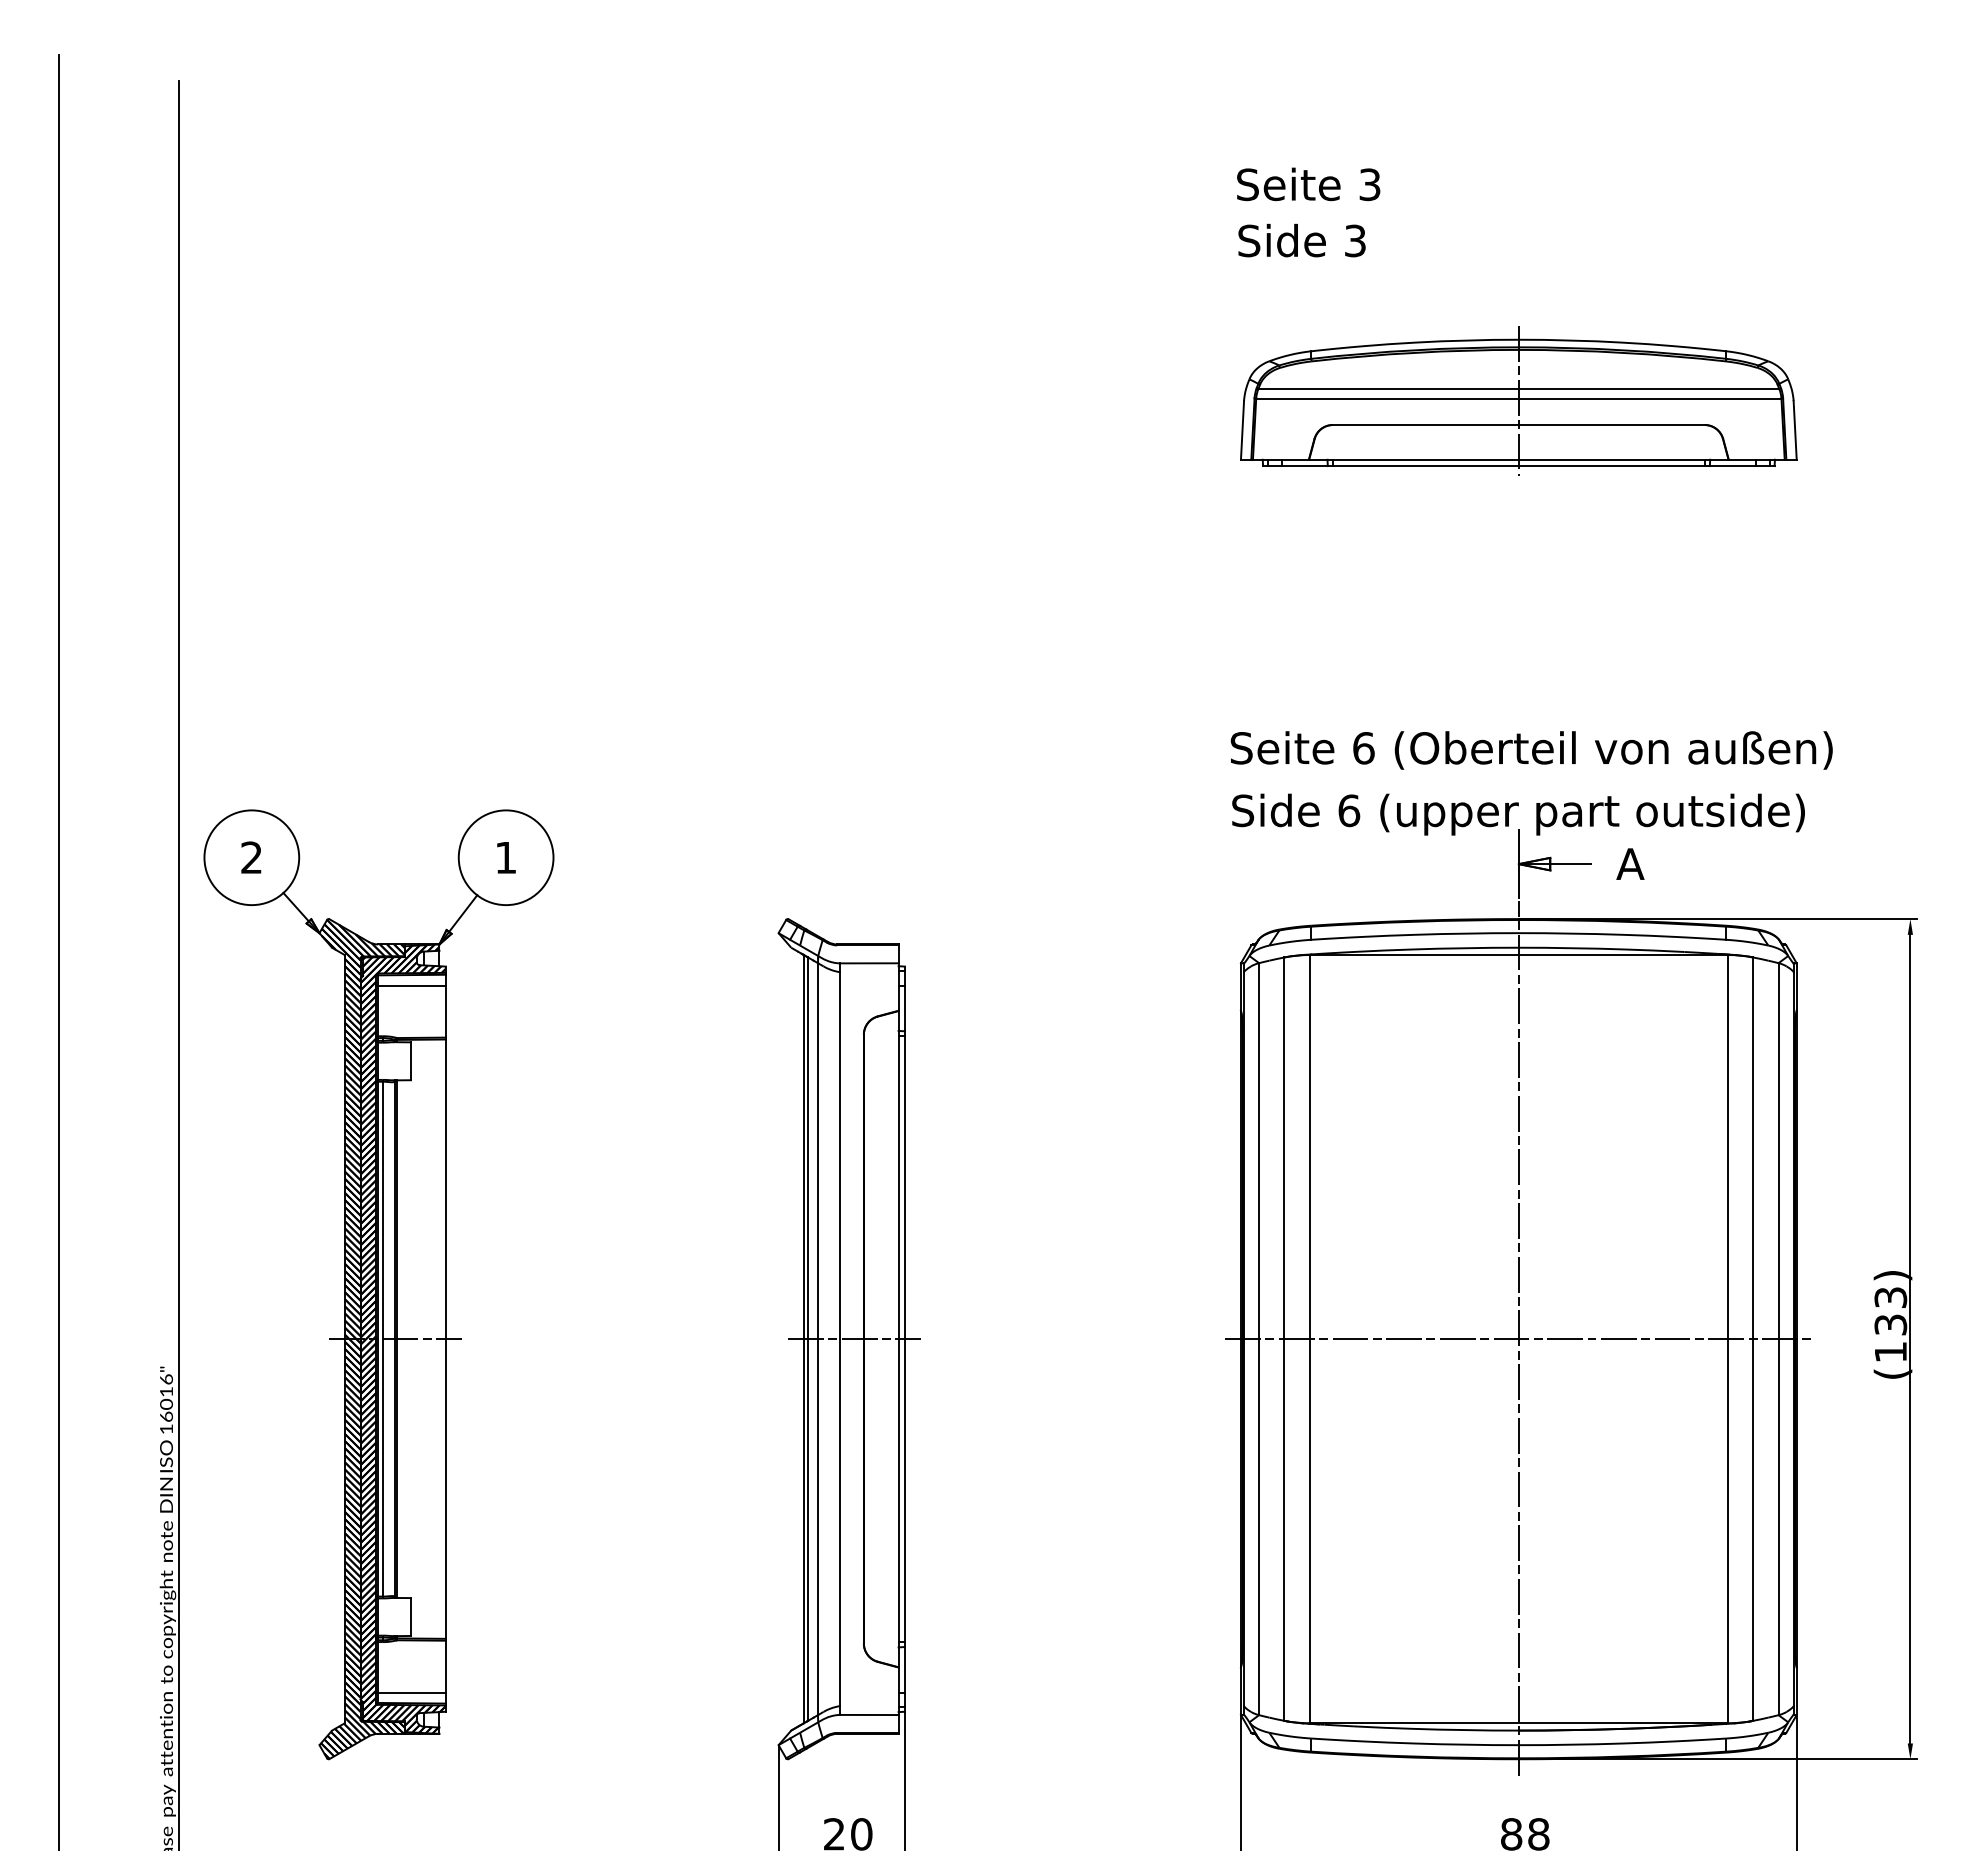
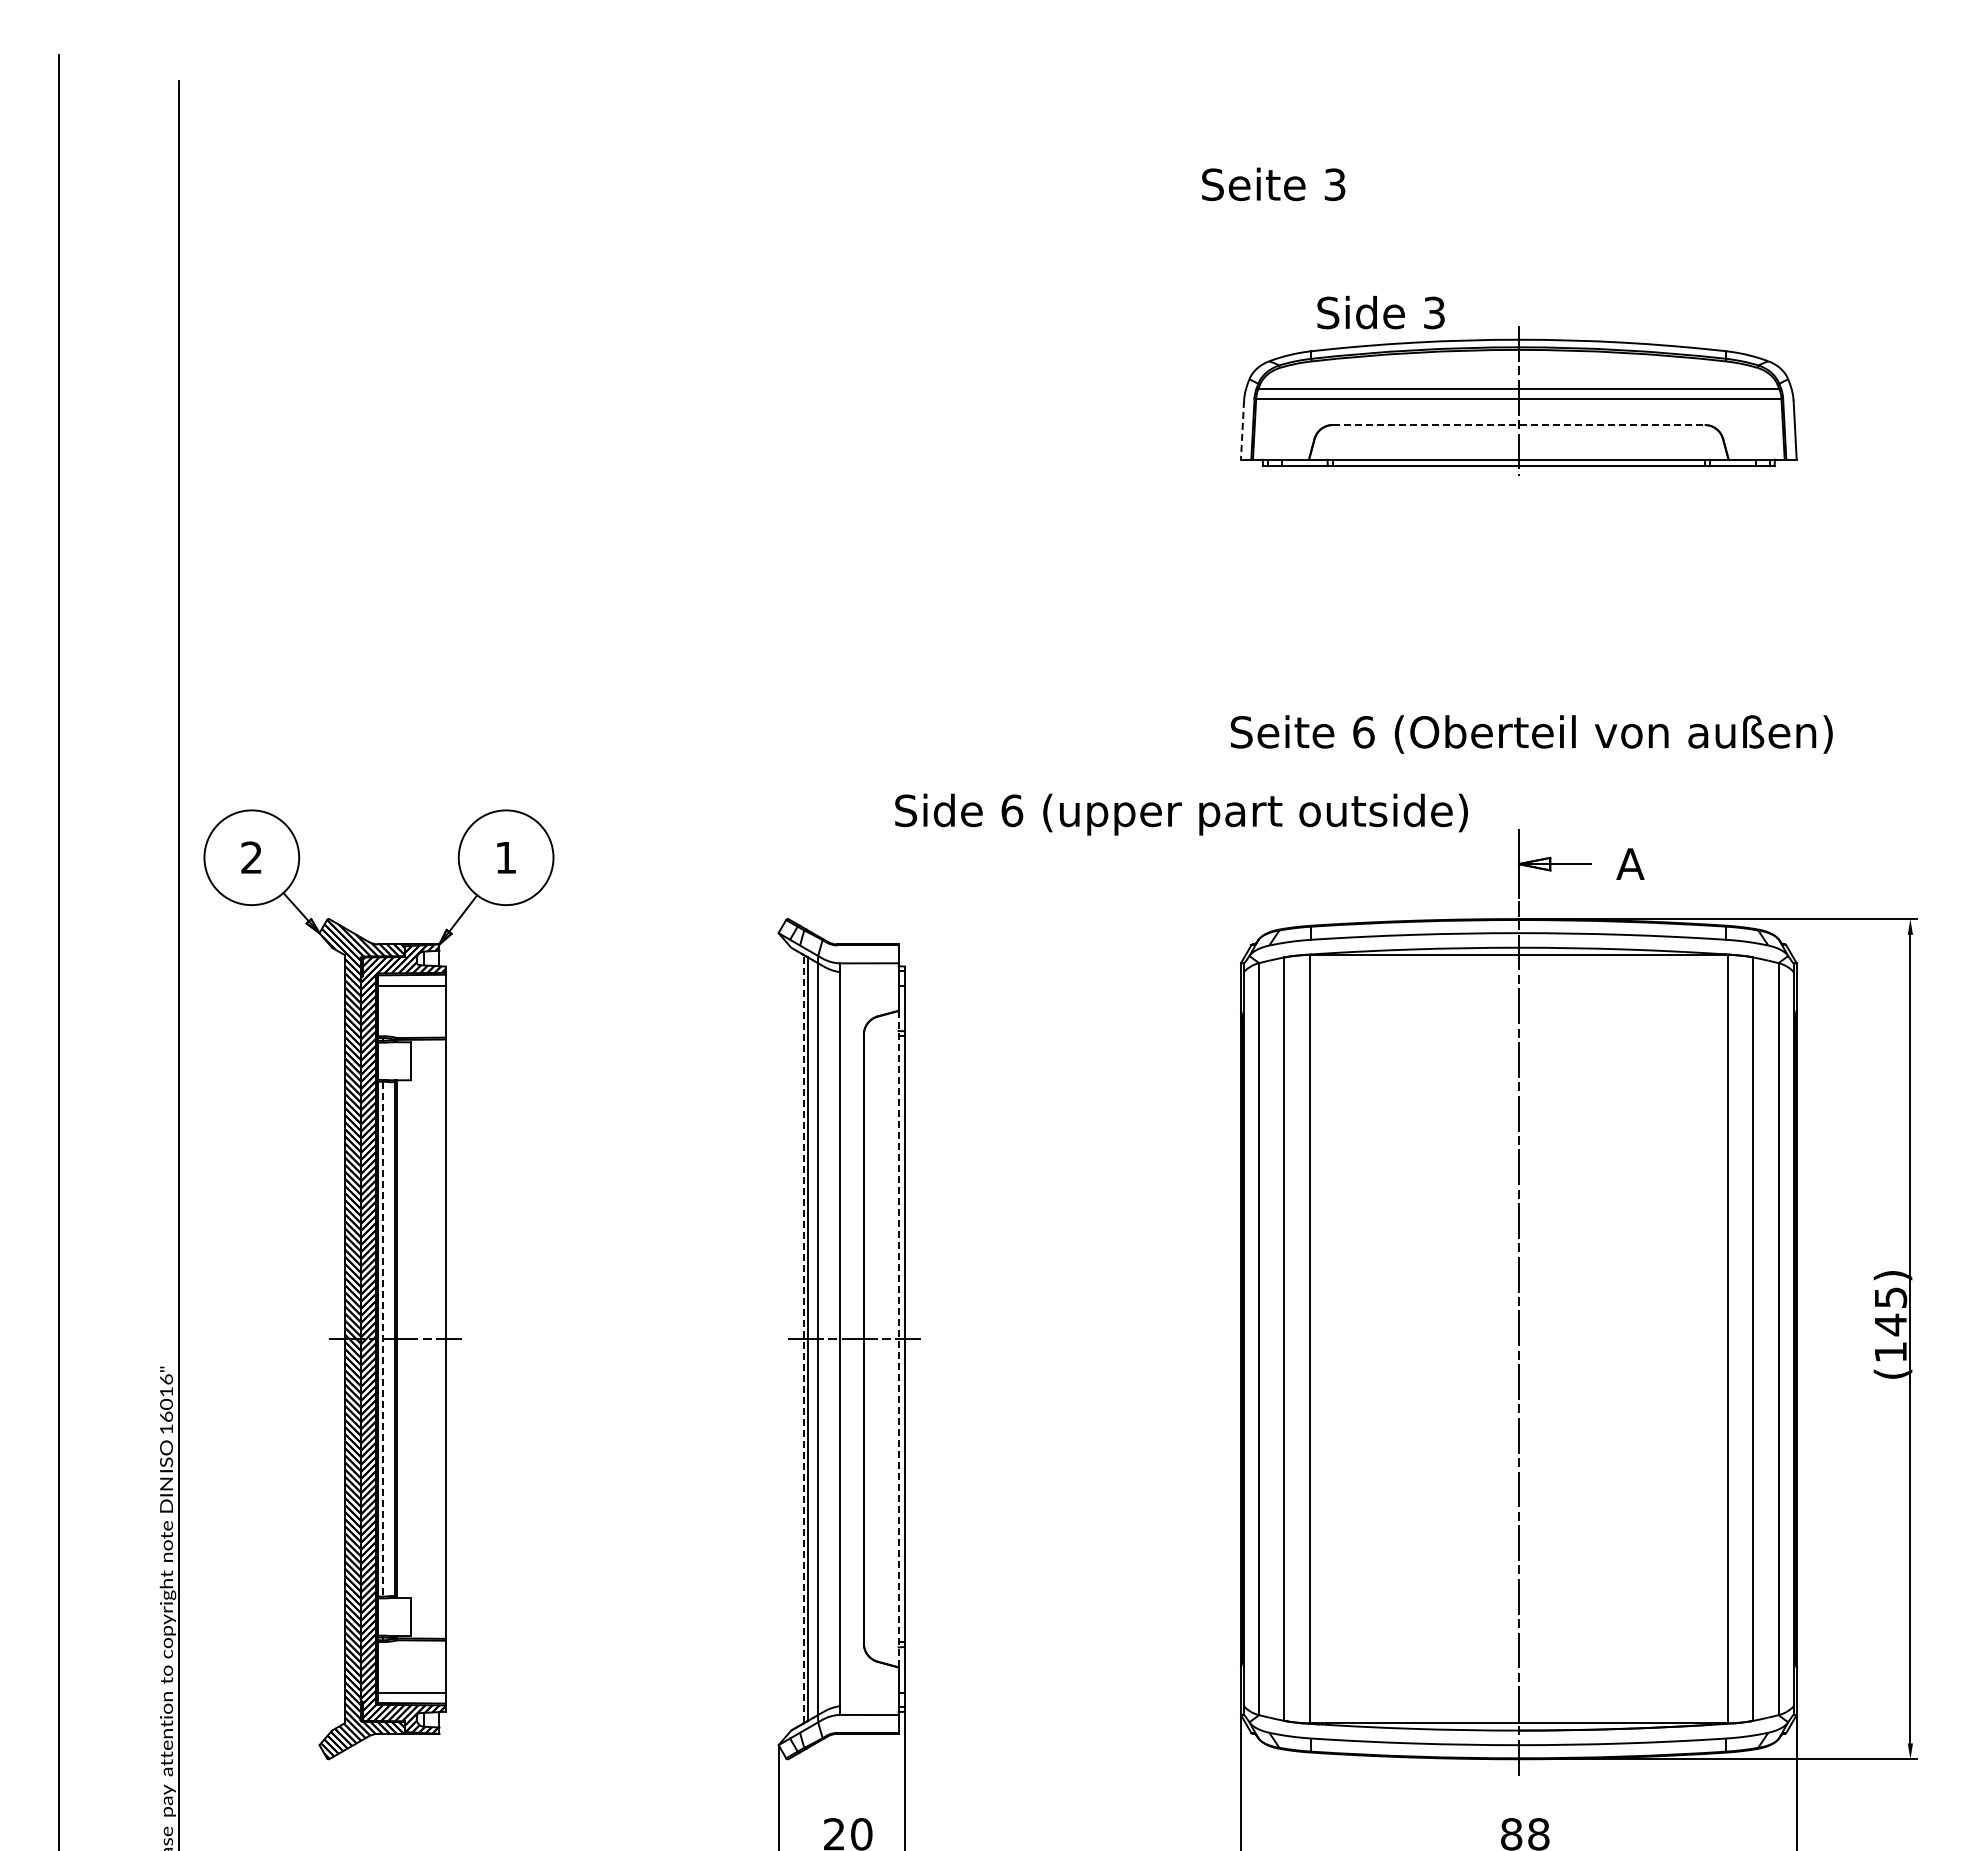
text at (1308, 184) position: (1308, 184) -> (1273, 184)
text at (1301, 240) position: (1301, 240) -> (1380, 312)
line at (1519, 425): solid -> dashed
line at (1242, 430): solid -> dashed
text at (1531, 750) position: (1531, 750) -> (1531, 734)
text at (1518, 814) position: (1518, 814) -> (1181, 814)
text at (1890, 1311): (133) -> (145)
line at (803, 1338): solid -> dashed
line at (898, 1338): solid -> dashed
line at (382, 1339): solid -> dashed
line at (1518, 1339): present -> none
